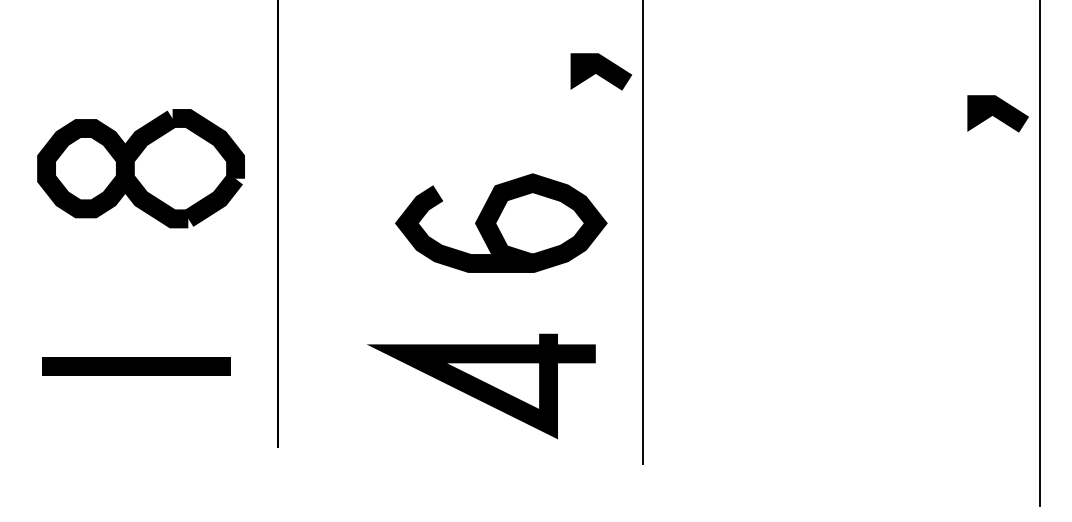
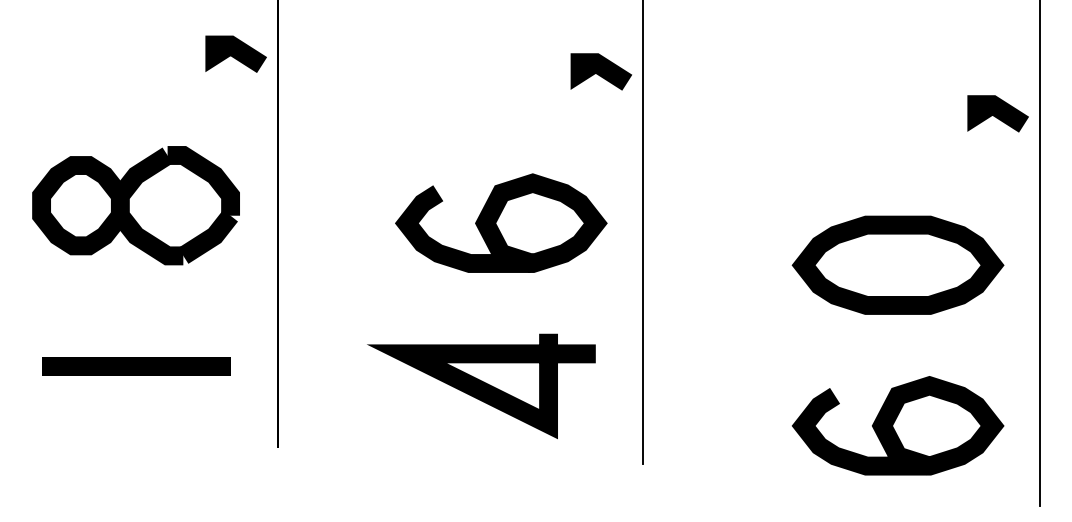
line at (235, 53): none -> present
part at (140, 168) position: (140, 168) -> (135, 205)
part at (897, 264): none -> present
curve at (894, 423): none -> present
